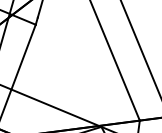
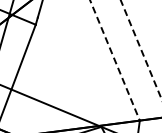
line at (141, 50): solid -> dashed
line at (115, 60): solid -> dashed
